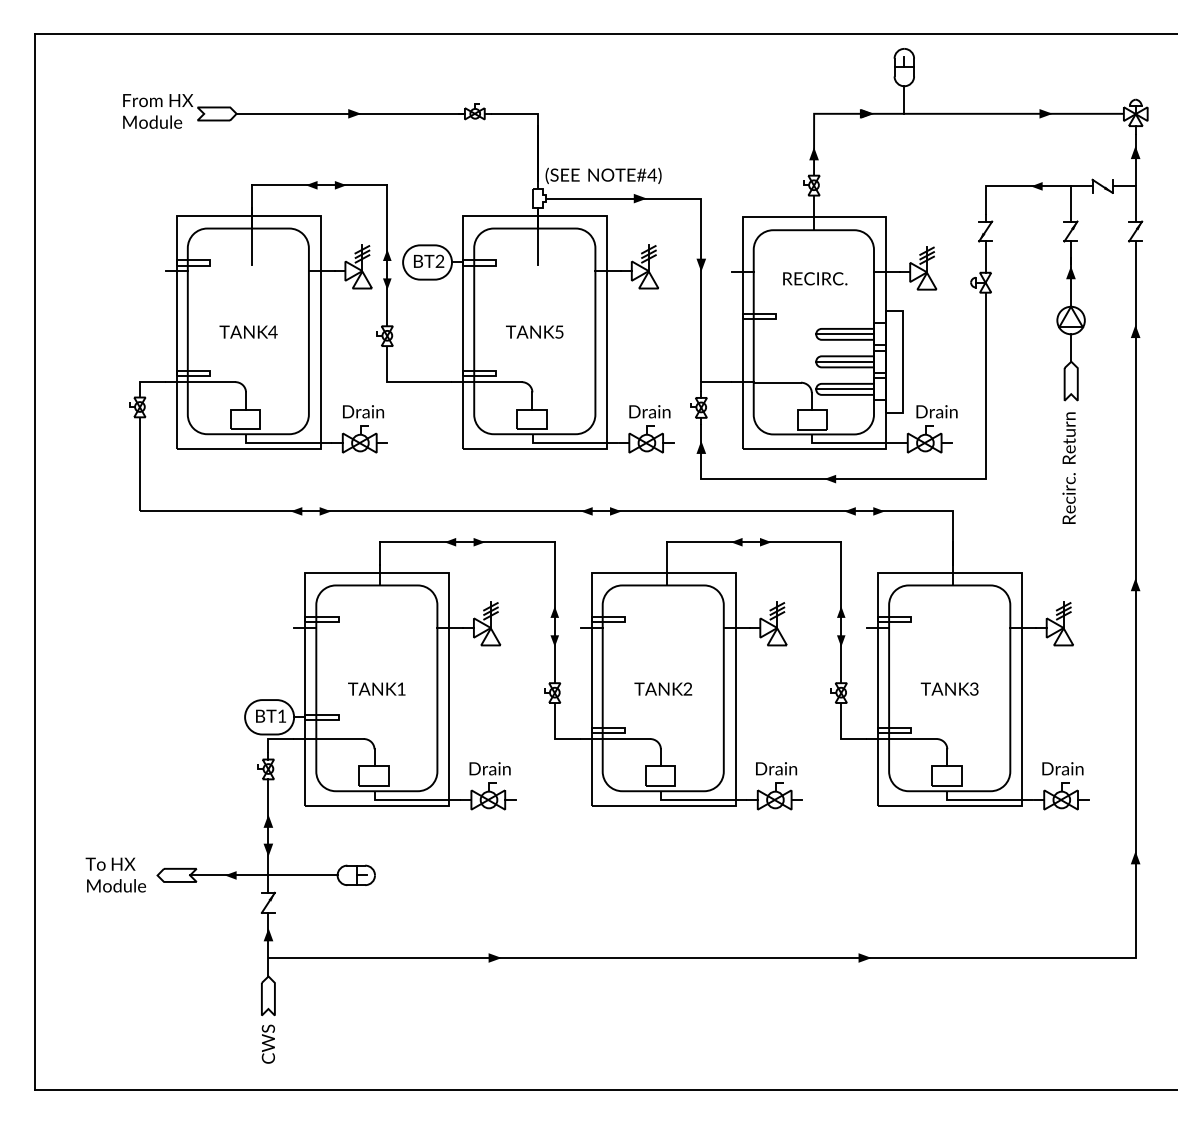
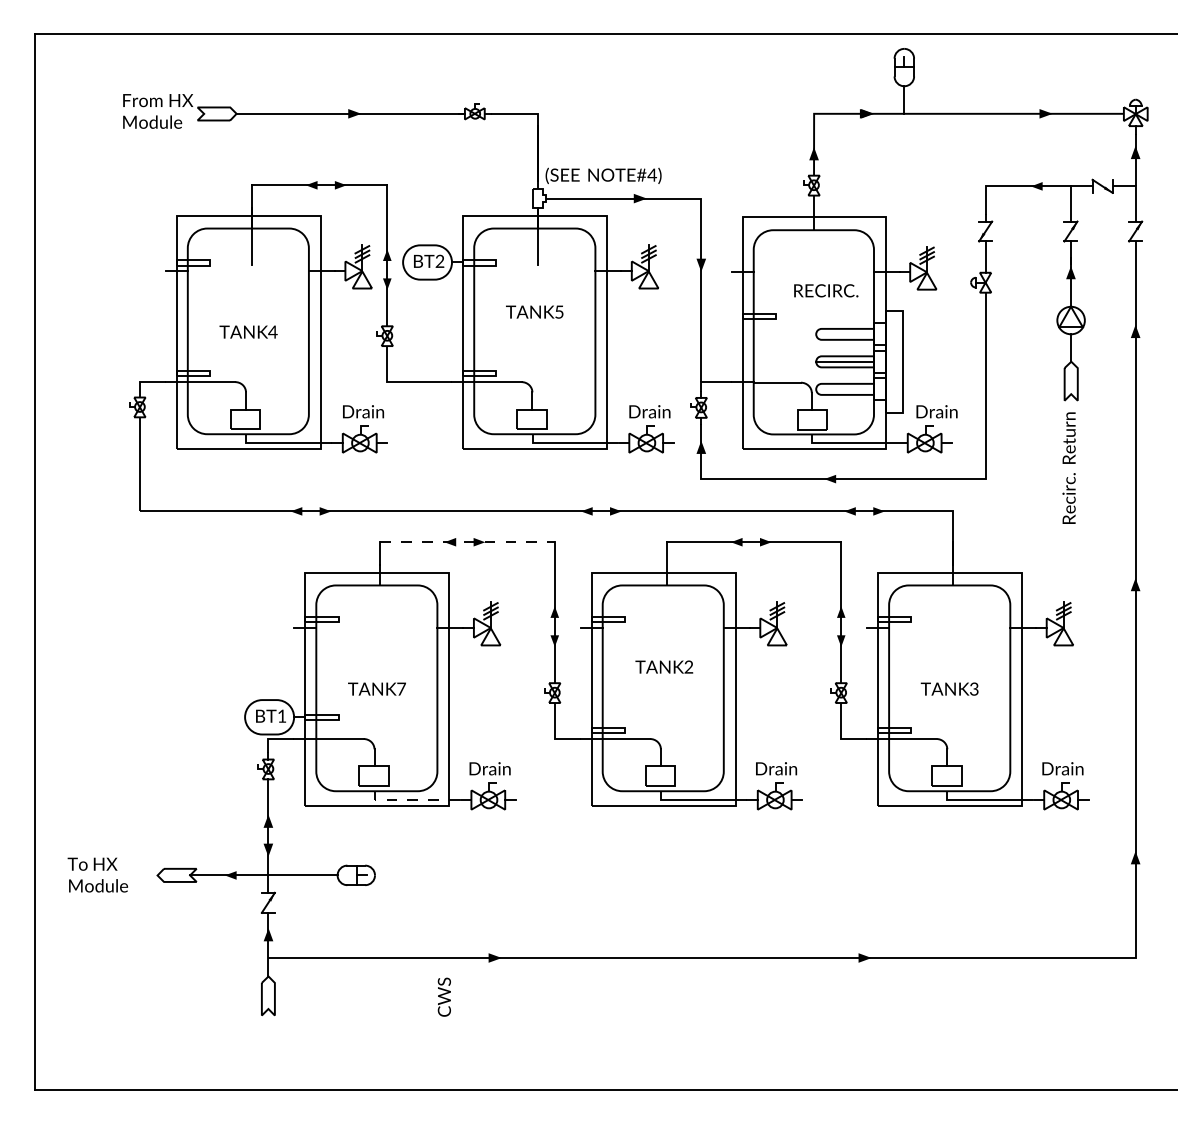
text at (815, 278) position: (815, 278) -> (826, 290)
text at (534, 331) position: (534, 331) -> (534, 311)
line at (844, 334): present -> none
line at (844, 389): present -> none
line at (468, 542): solid -> dashed
text at (401, 688): 1 -> 7
text at (663, 688) position: (663, 688) -> (664, 666)
line at (413, 800): solid -> dashed
text at (115, 874) position: (115, 874) -> (97, 874)
text at (267, 1043) position: (267, 1043) -> (443, 996)
